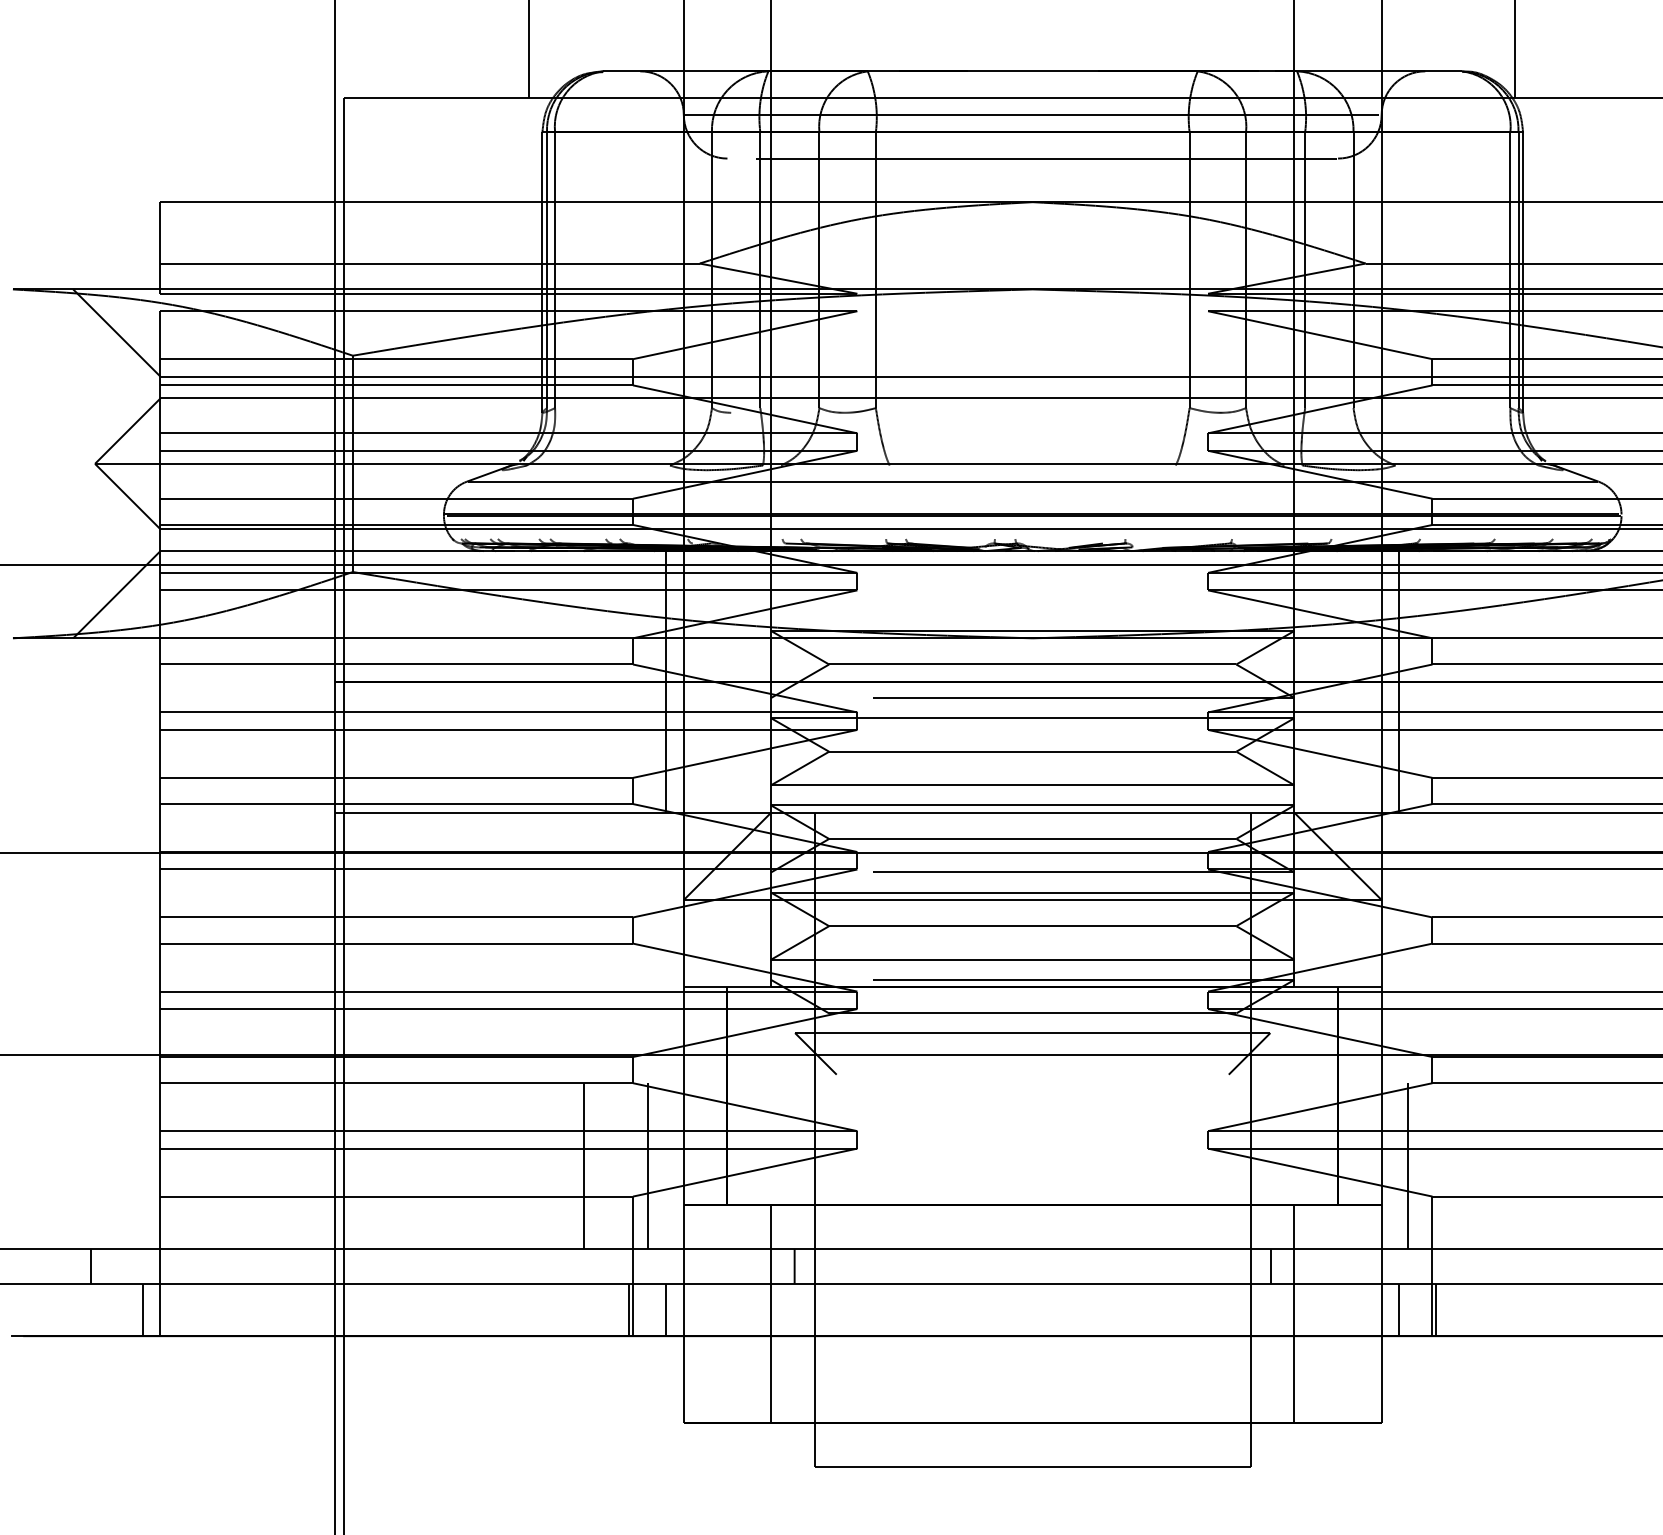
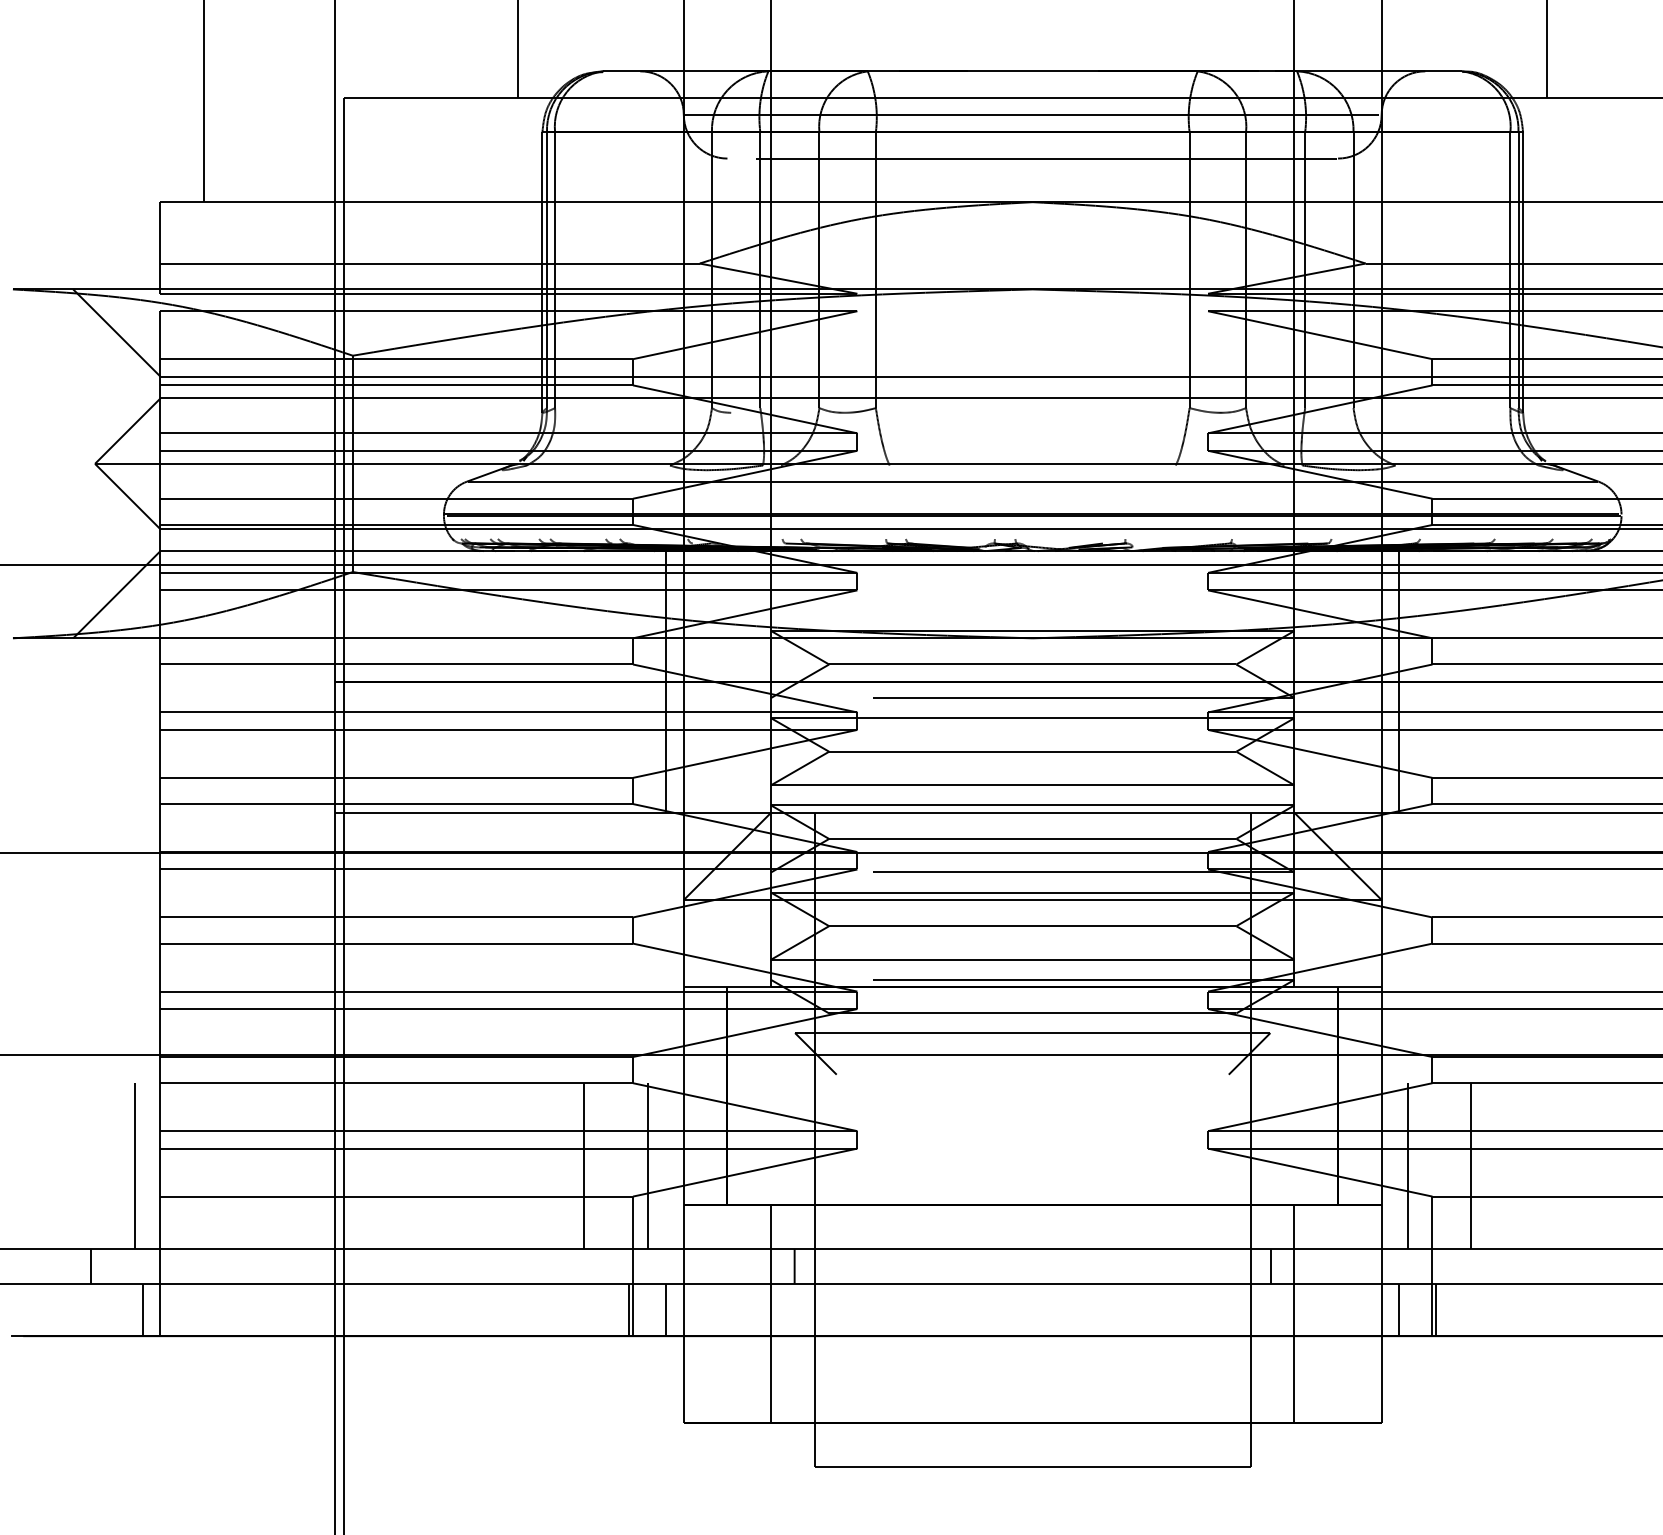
line at (529, 49) position: (529, 49) -> (518, 49)
line at (1515, 49) position: (1515, 49) -> (1547, 49)
line at (204, 102): none -> present
line at (134, 1165): none -> present
line at (1471, 1165): none -> present
